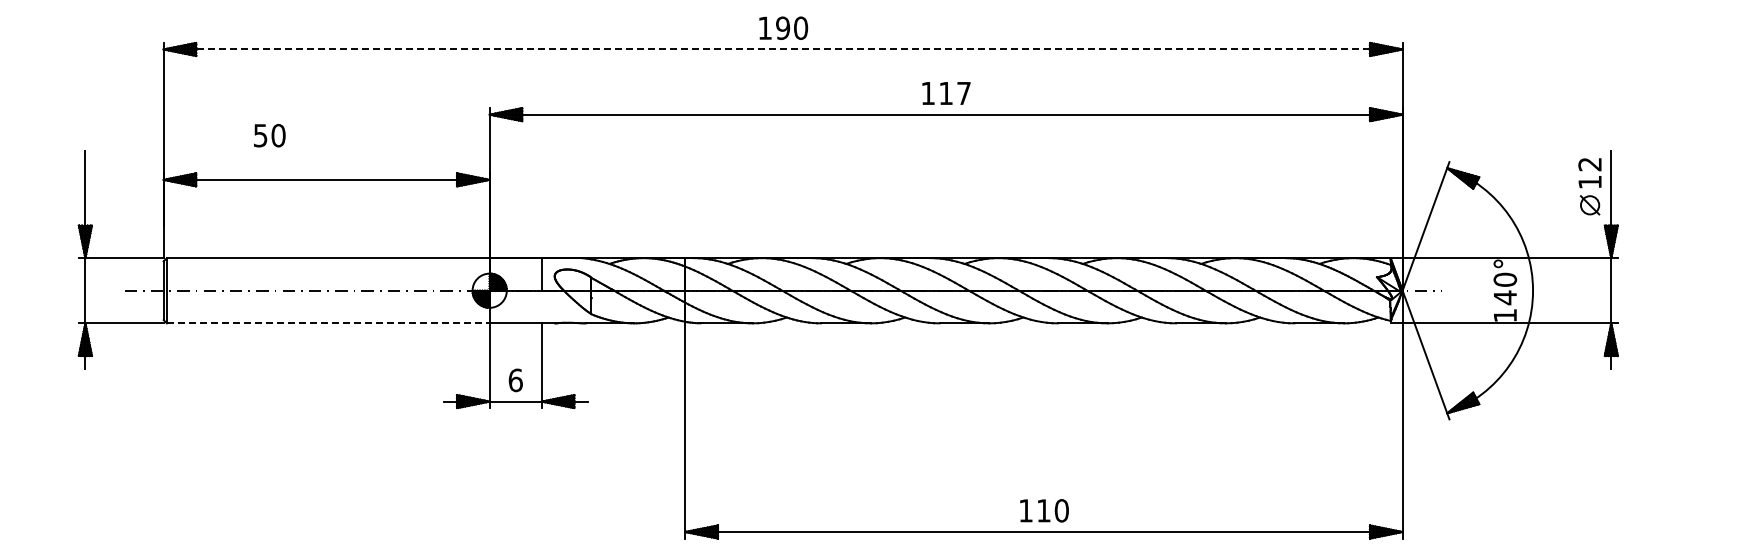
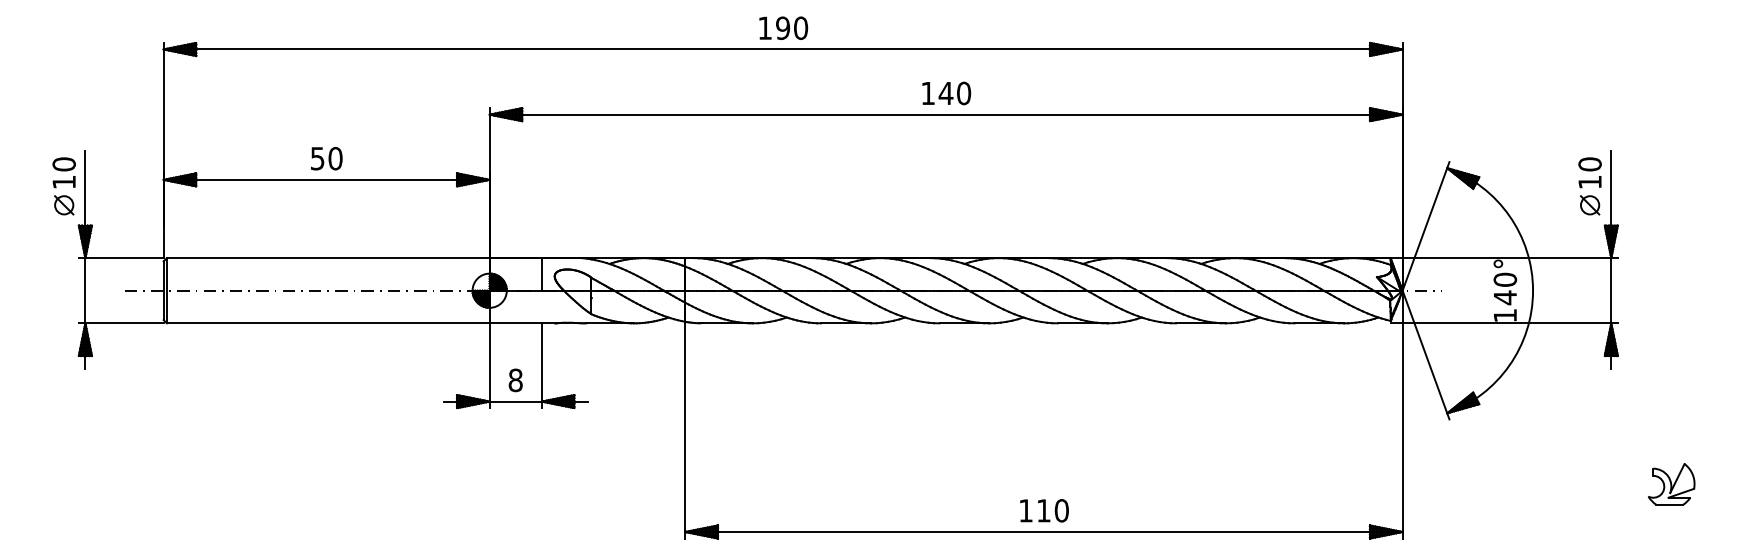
line at (783, 49): dashed -> solid
text at (954, 93): 117 -> 140
text at (269, 135) position: (269, 135) -> (326, 158)
text at (1589, 164): 12 -> 10
part at (63, 186): none -> present
line at (328, 323): dashed -> solid
text at (515, 380): 6 -> 8
part at (1671, 484): none -> present
